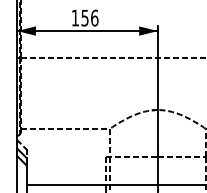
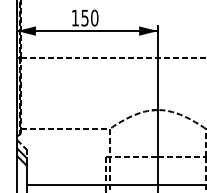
text at (94, 17): 156 -> 150
